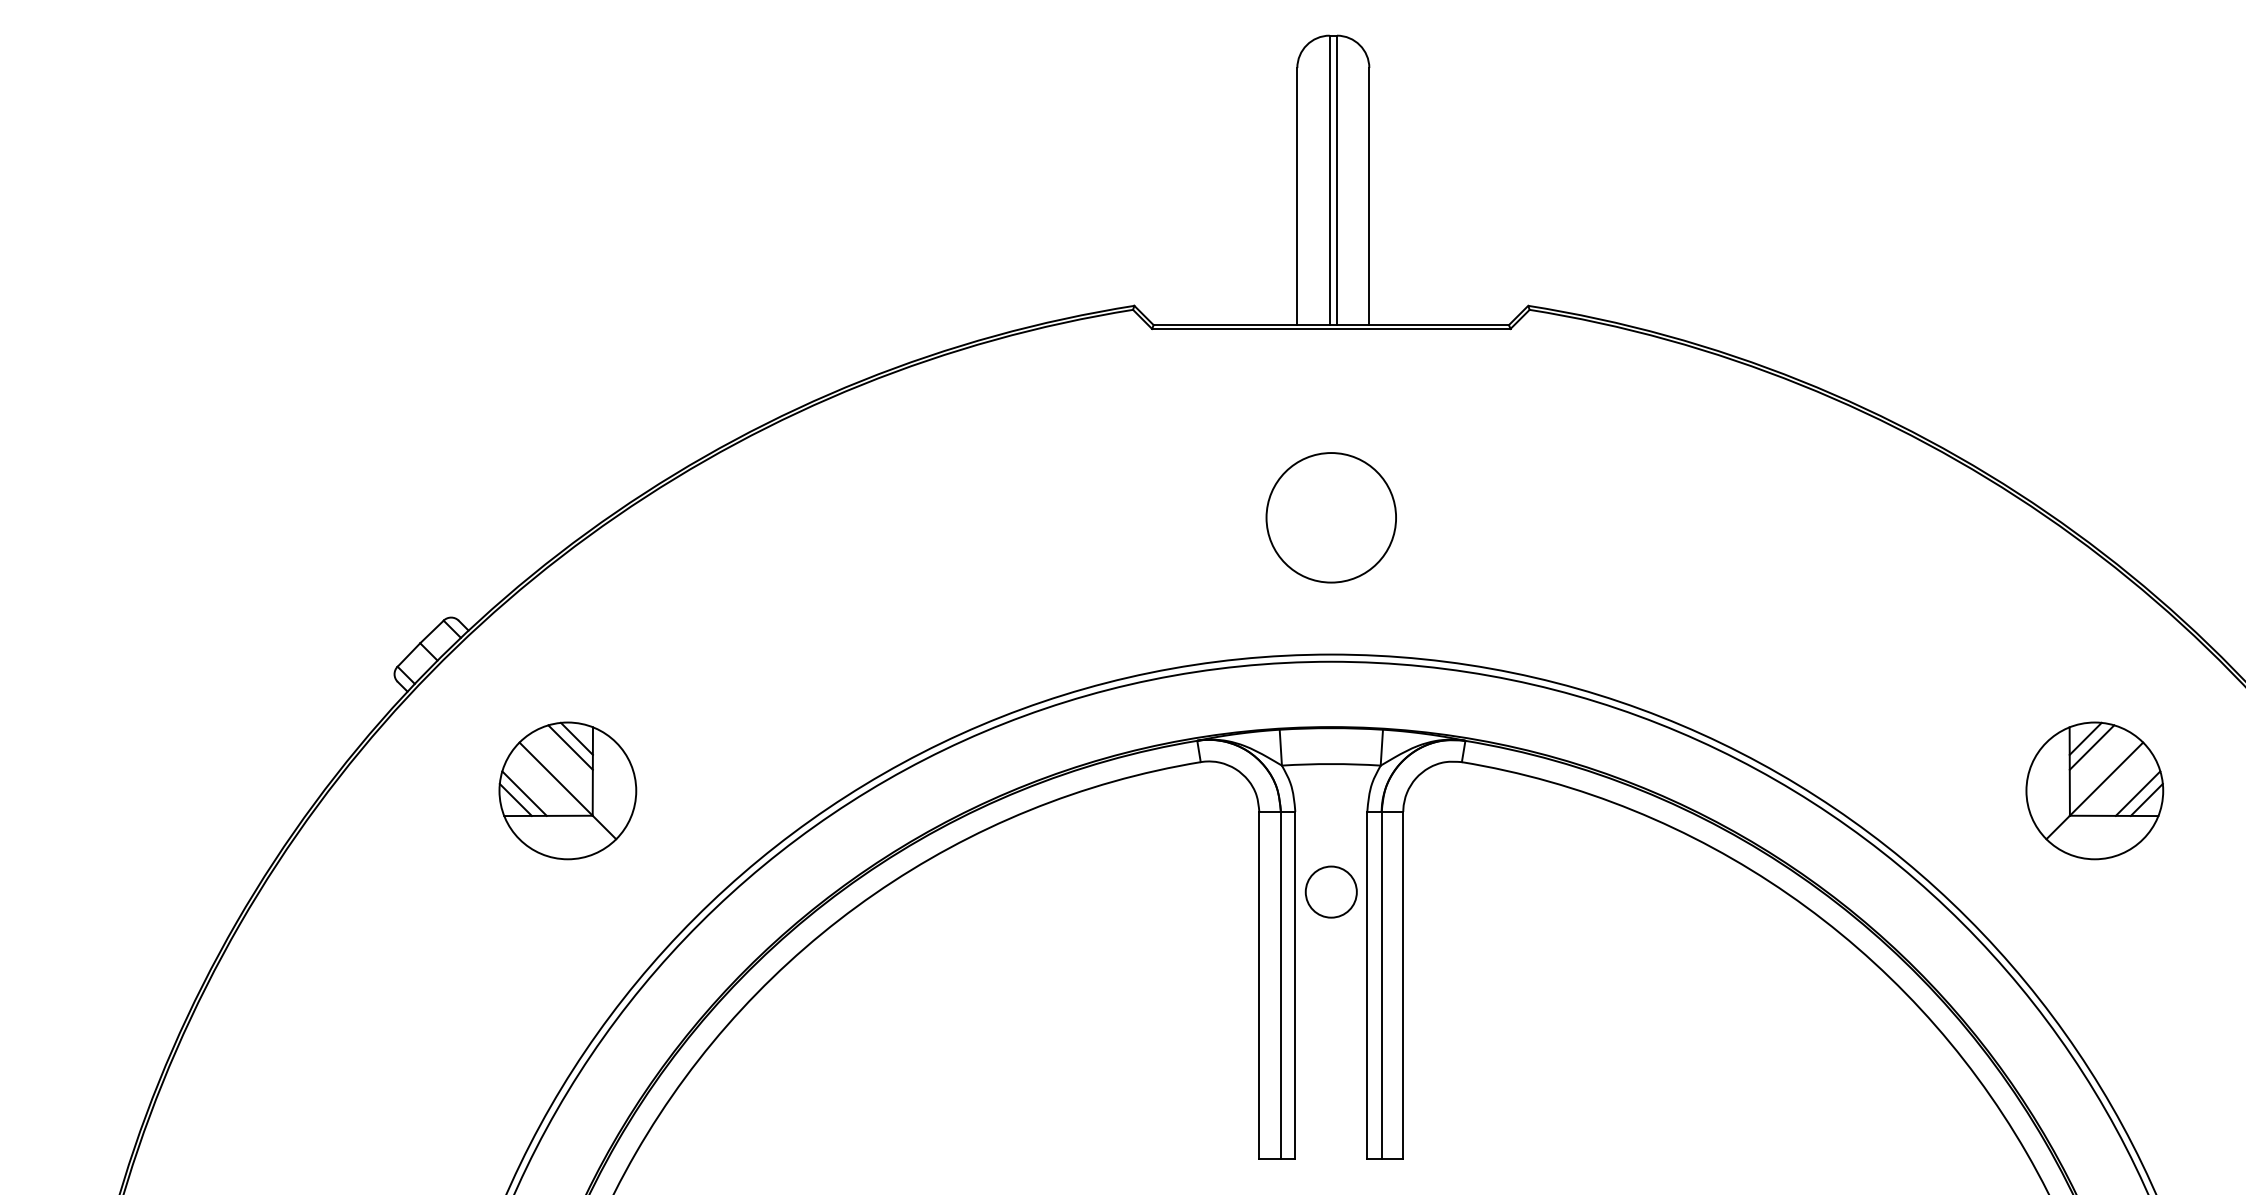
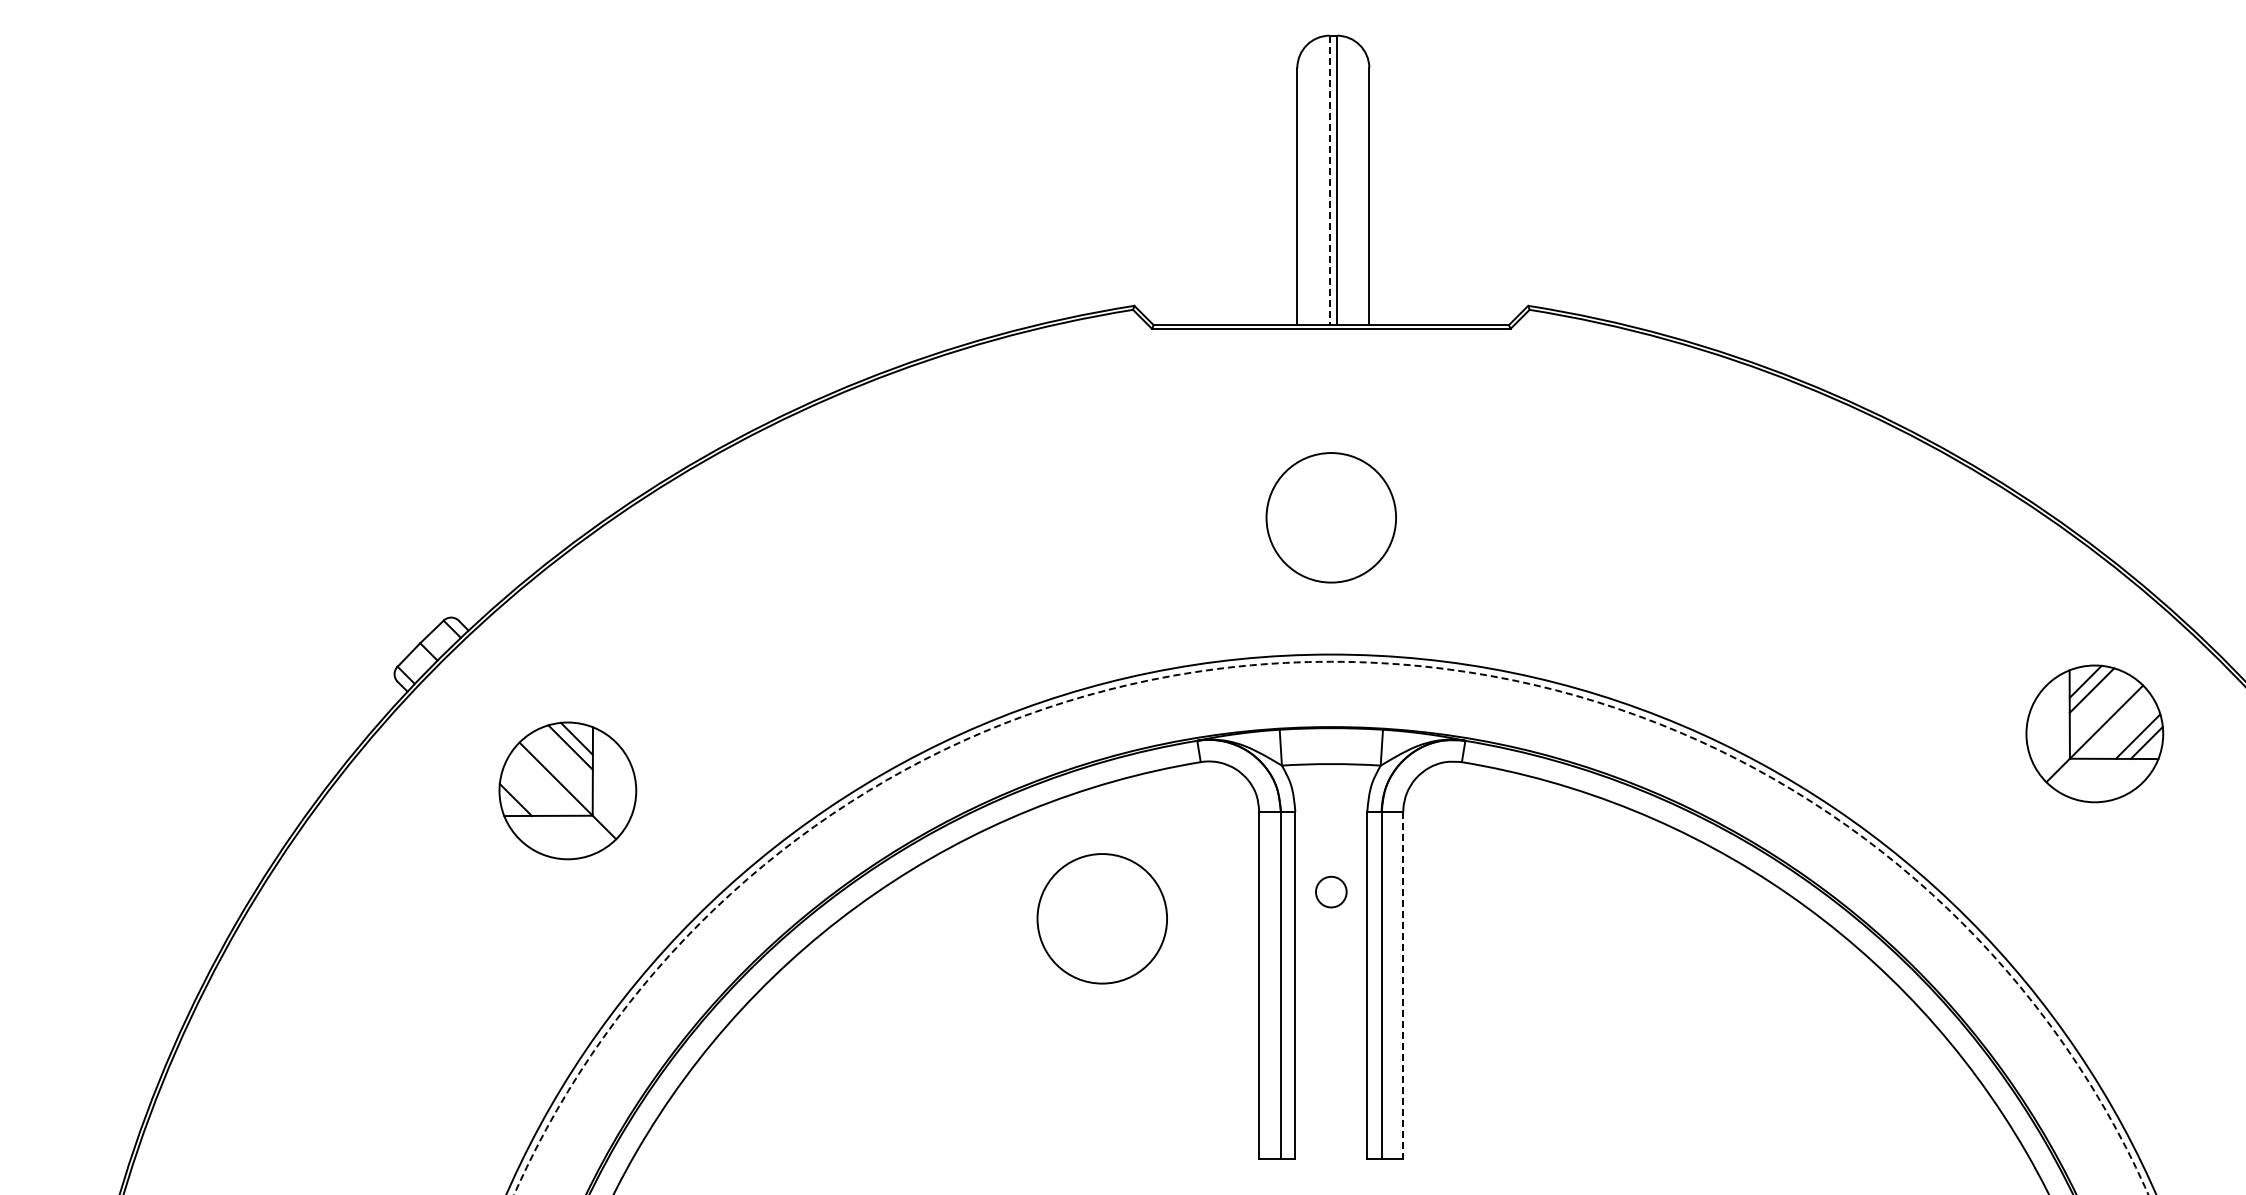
line at (1329, 180): solid -> dashed
part at (2094, 790) position: (2094, 790) -> (2094, 733)
line at (524, 793): present -> none
circle at (1330, 891) diameter: 51 px -> 31 px
circle at (1101, 918): none -> present
circle at (1331, 927): solid -> dashed
line at (1403, 985): solid -> dashed
